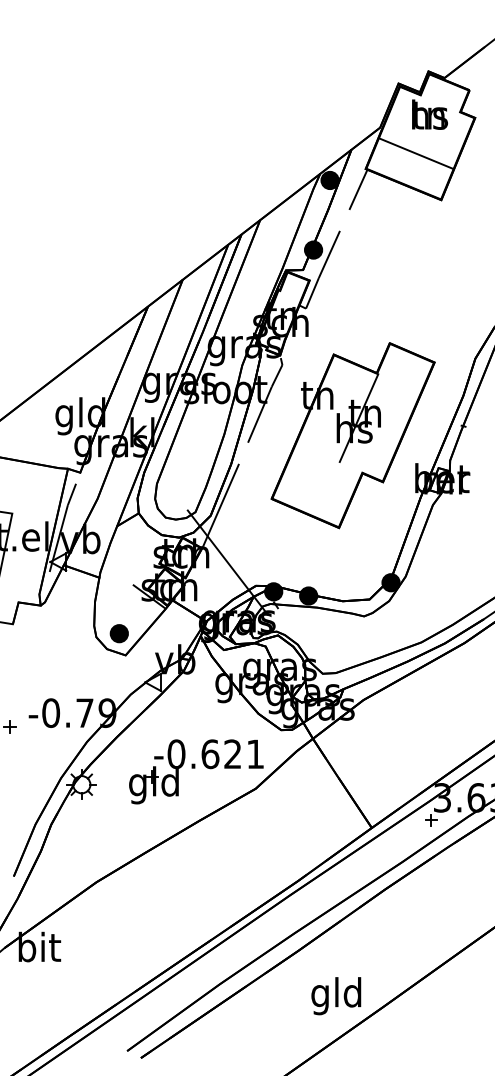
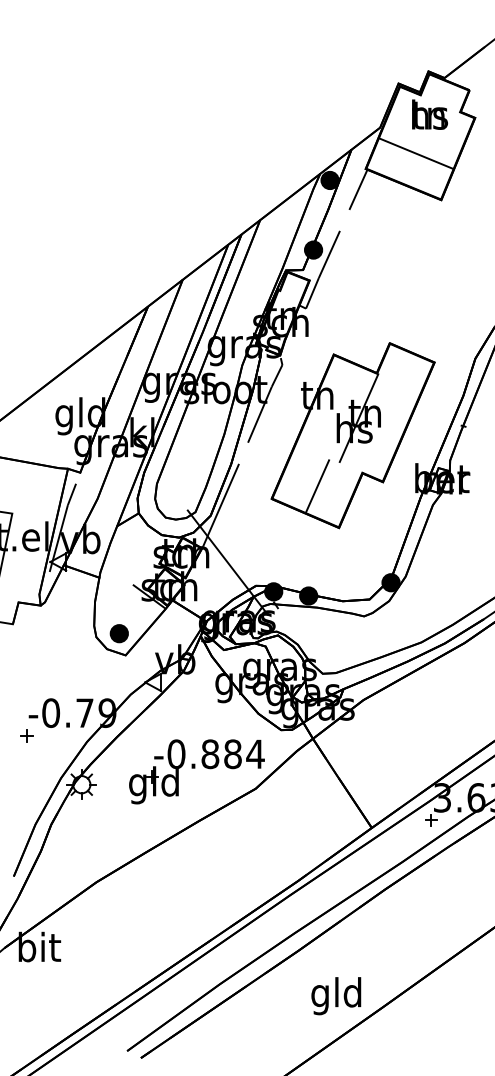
line at (317, 486): none -> present
part at (9, 726) position: (9, 726) -> (26, 735)
text at (232, 754): -0.621 -> -0.884
